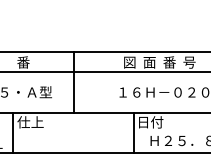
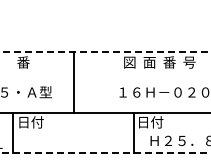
line at (105, 52): solid -> dashed
line at (104, 72): present -> none
text at (30, 122): 仕上 -> 日付
line at (105, 153): solid -> dashed
